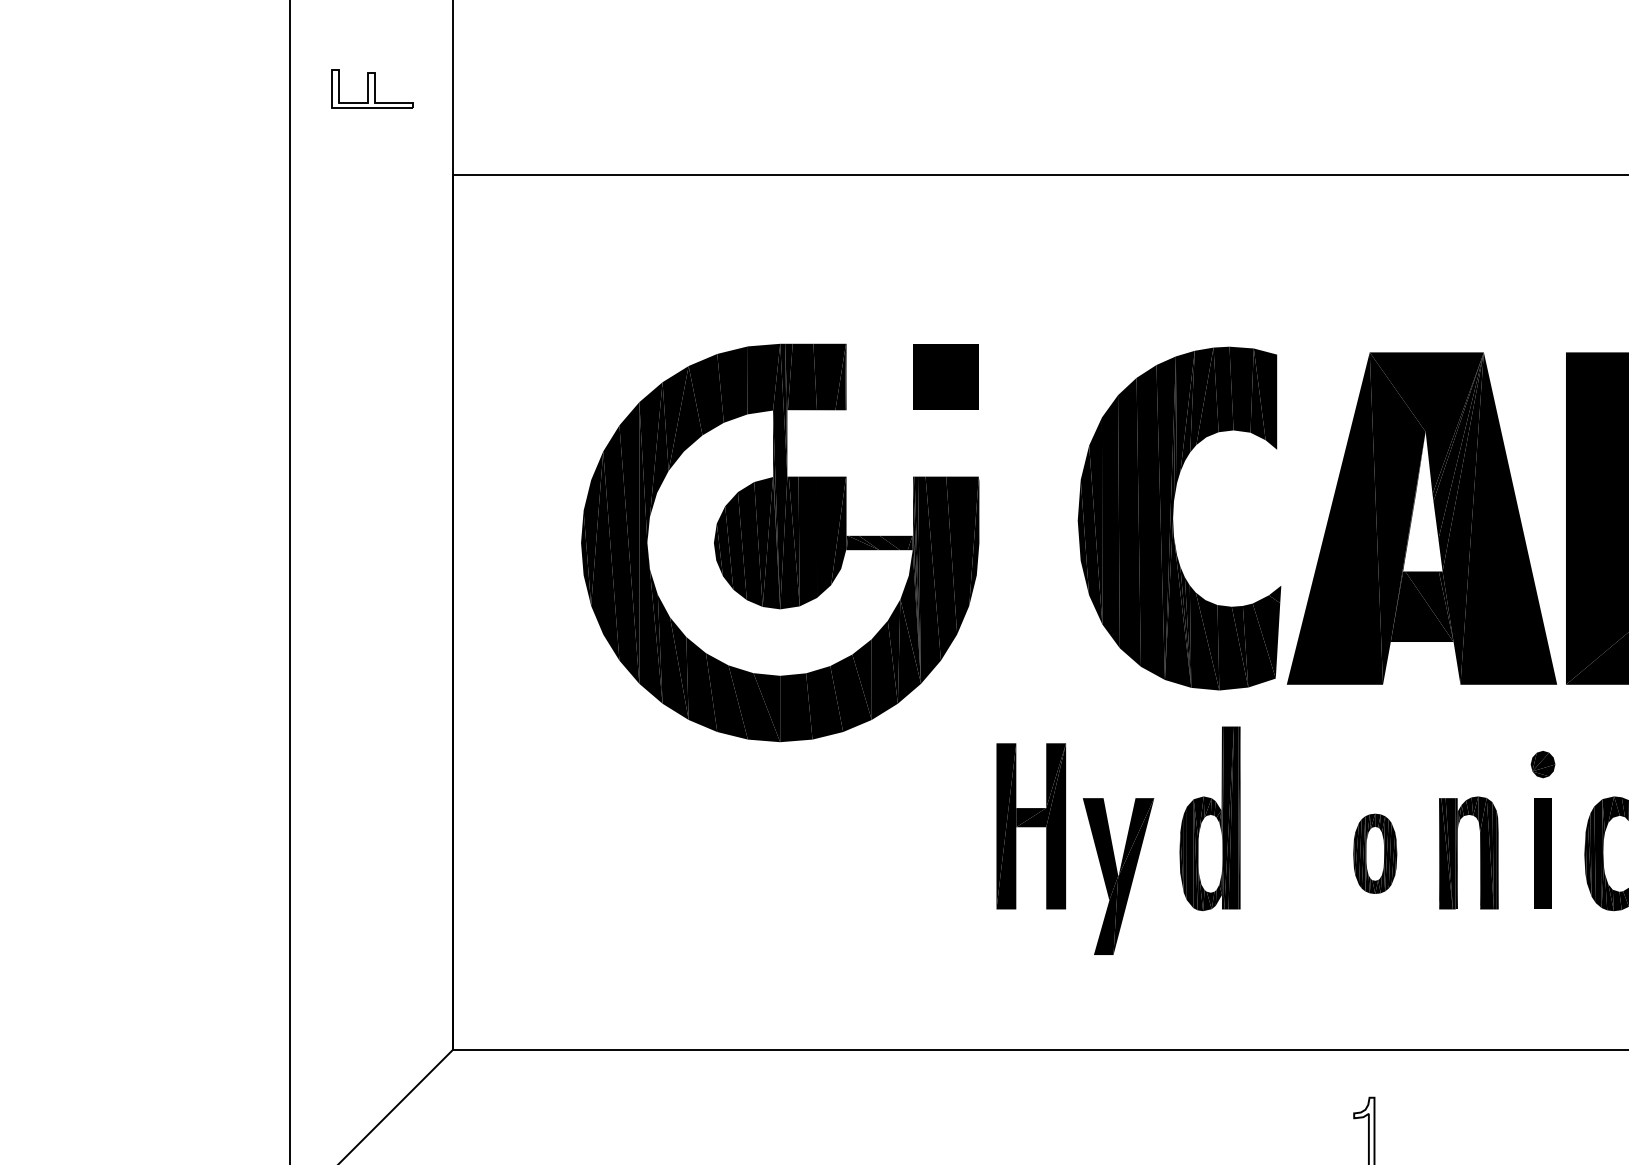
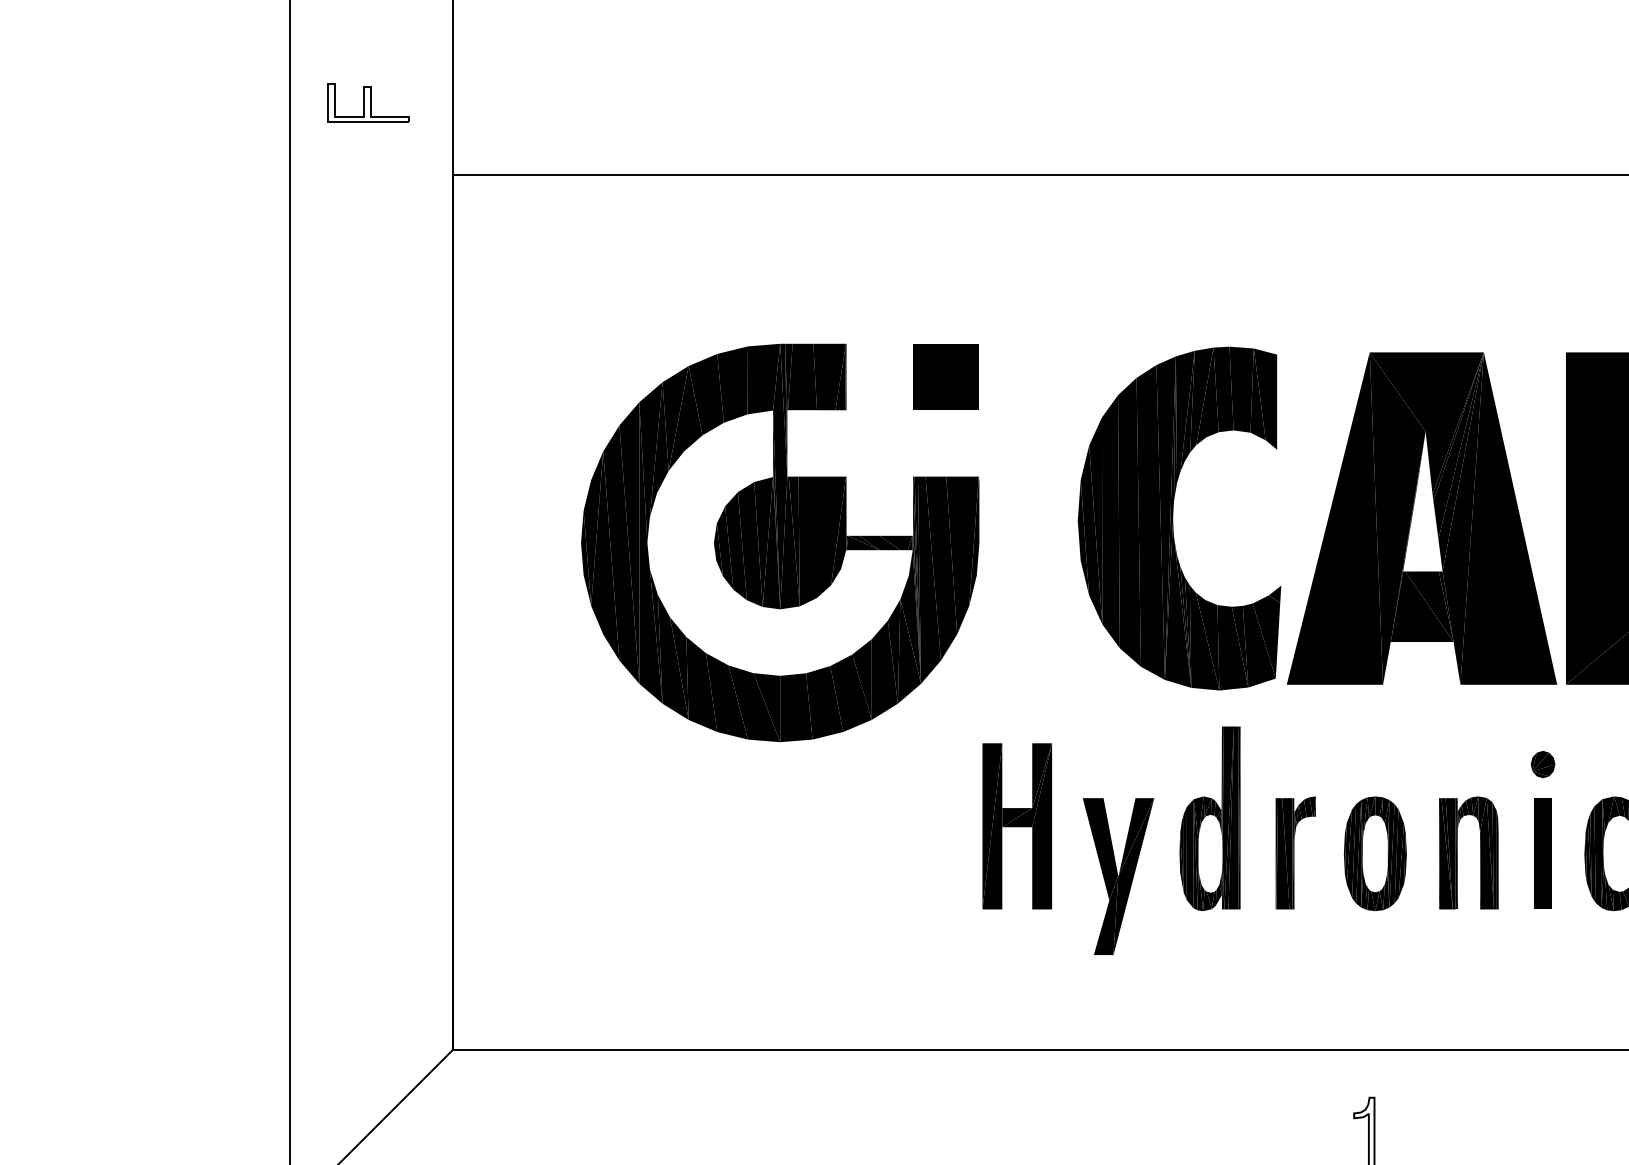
part at (372, 88) position: (372, 88) -> (368, 102)
part at (1030, 826) position: (1030, 826) -> (1016, 826)
part at (1295, 852): none -> present
part at (1375, 853) size: 45x81 px -> 64x116 px
